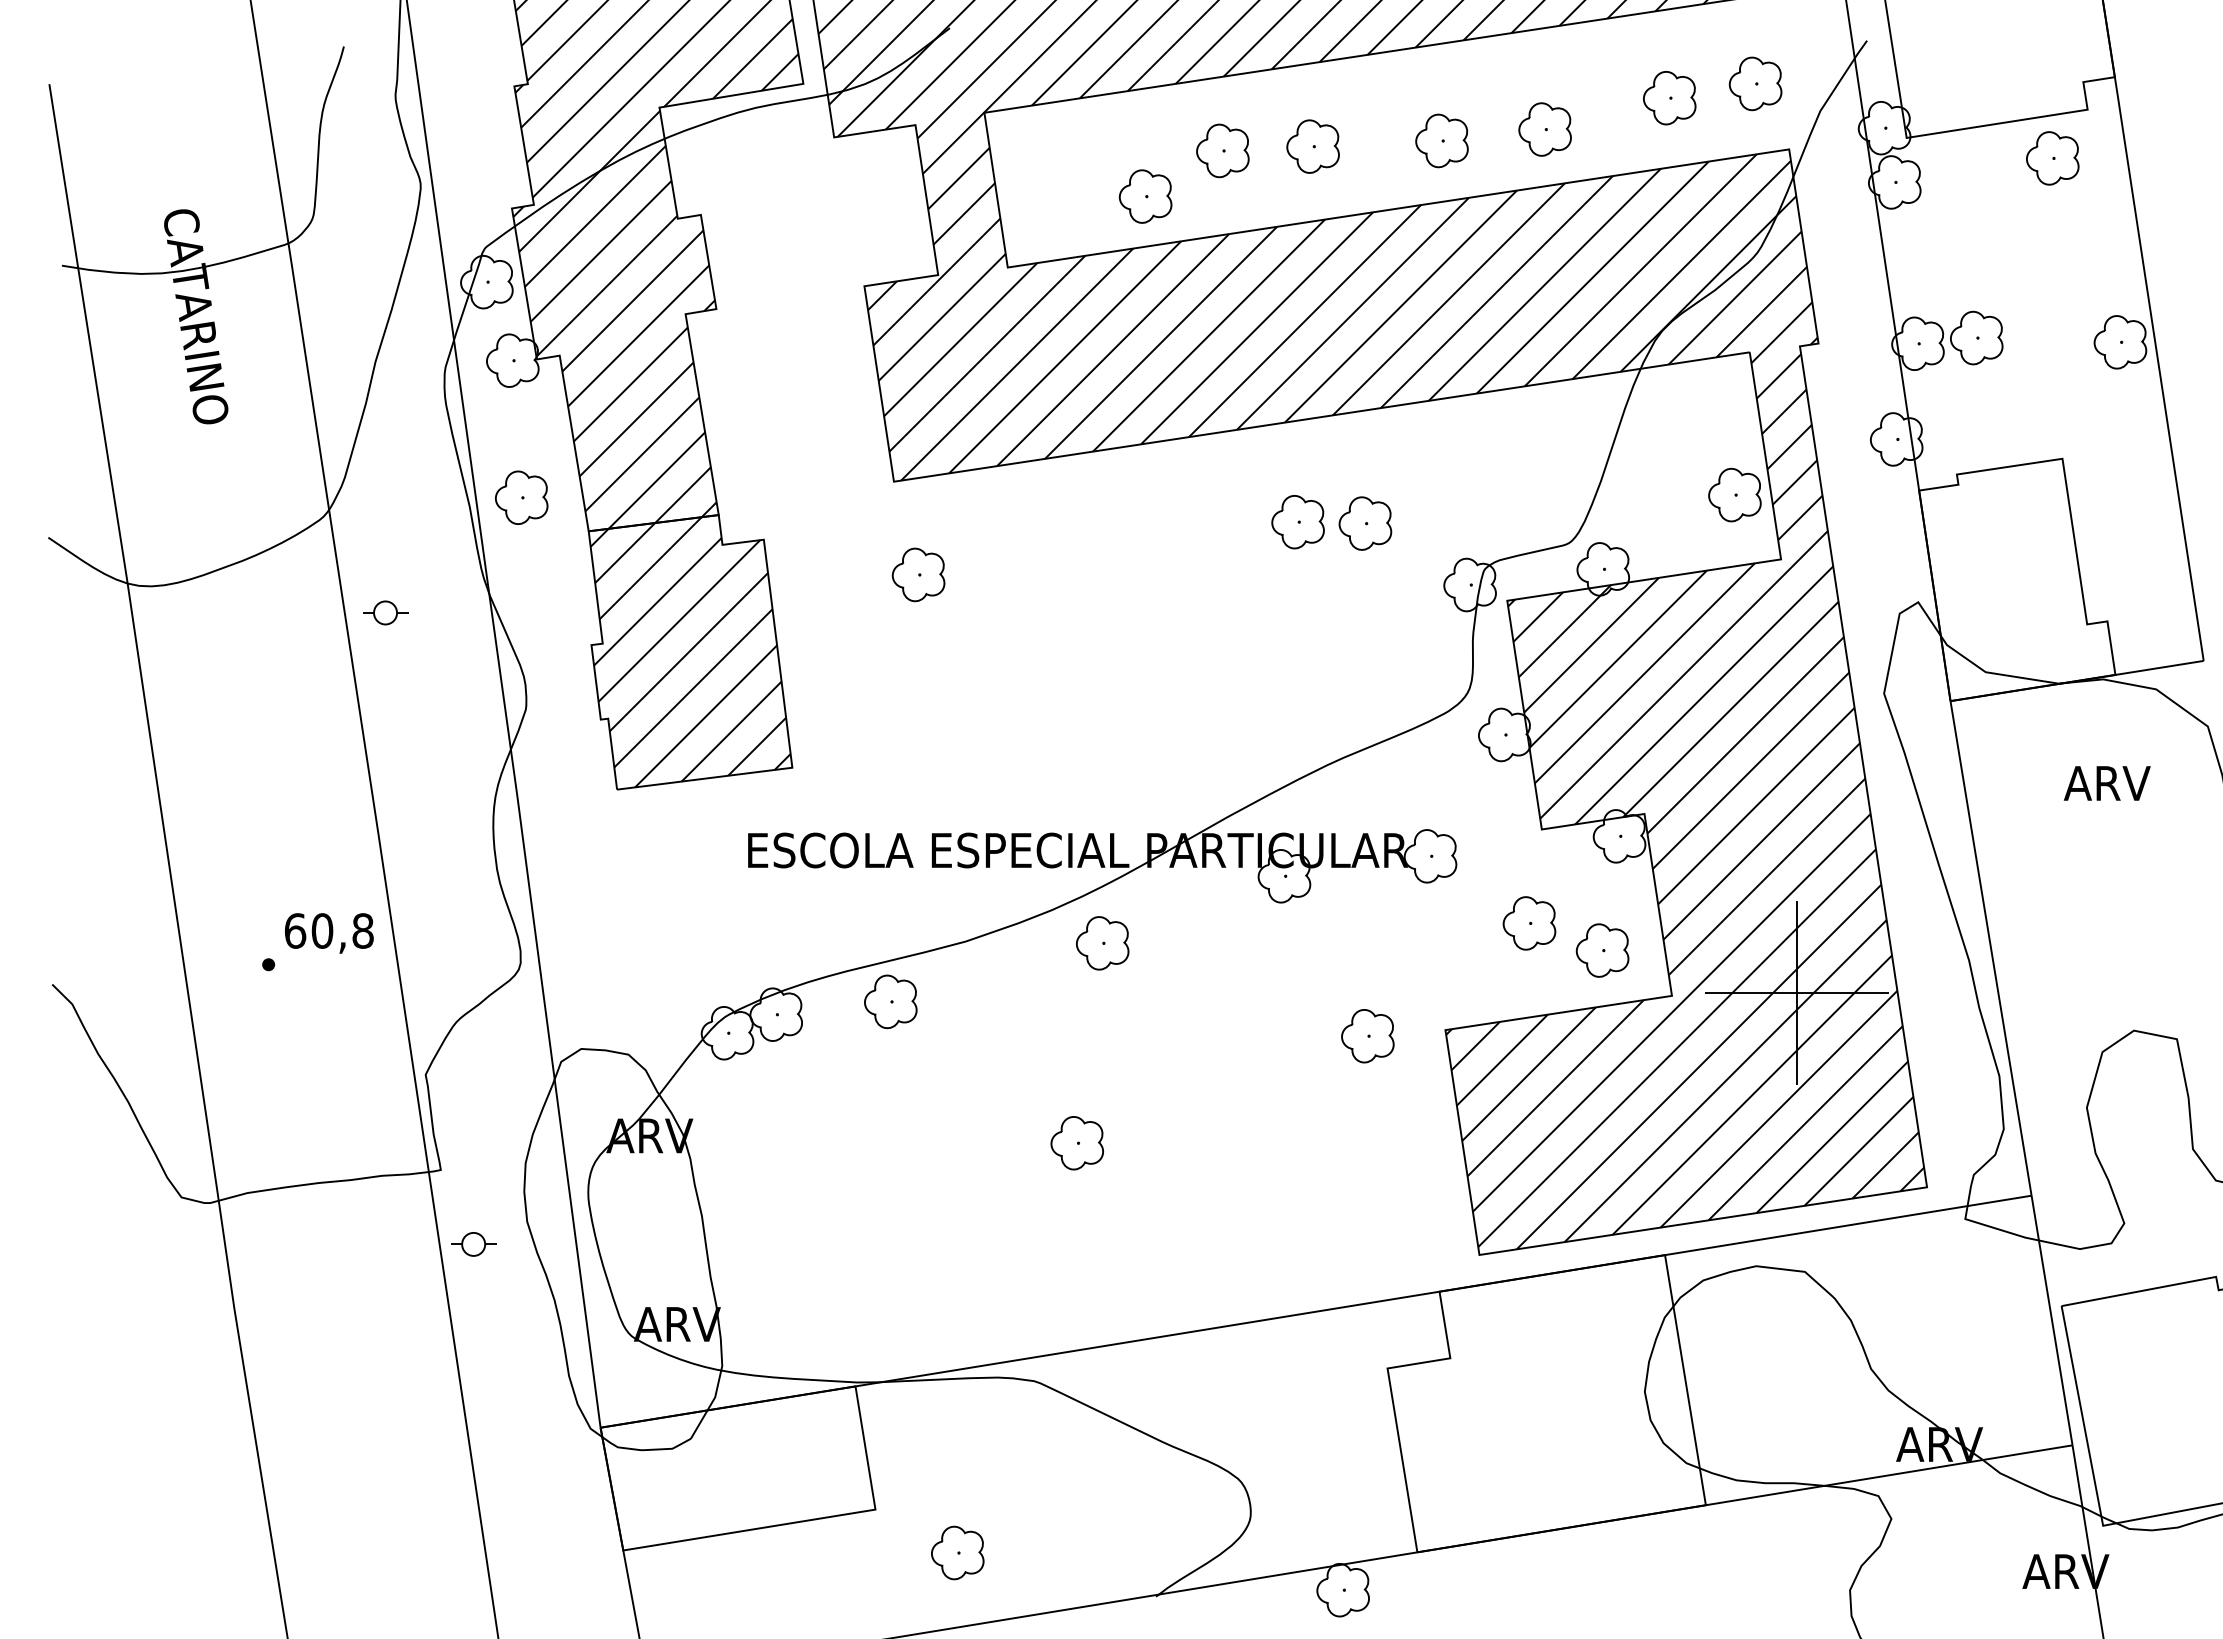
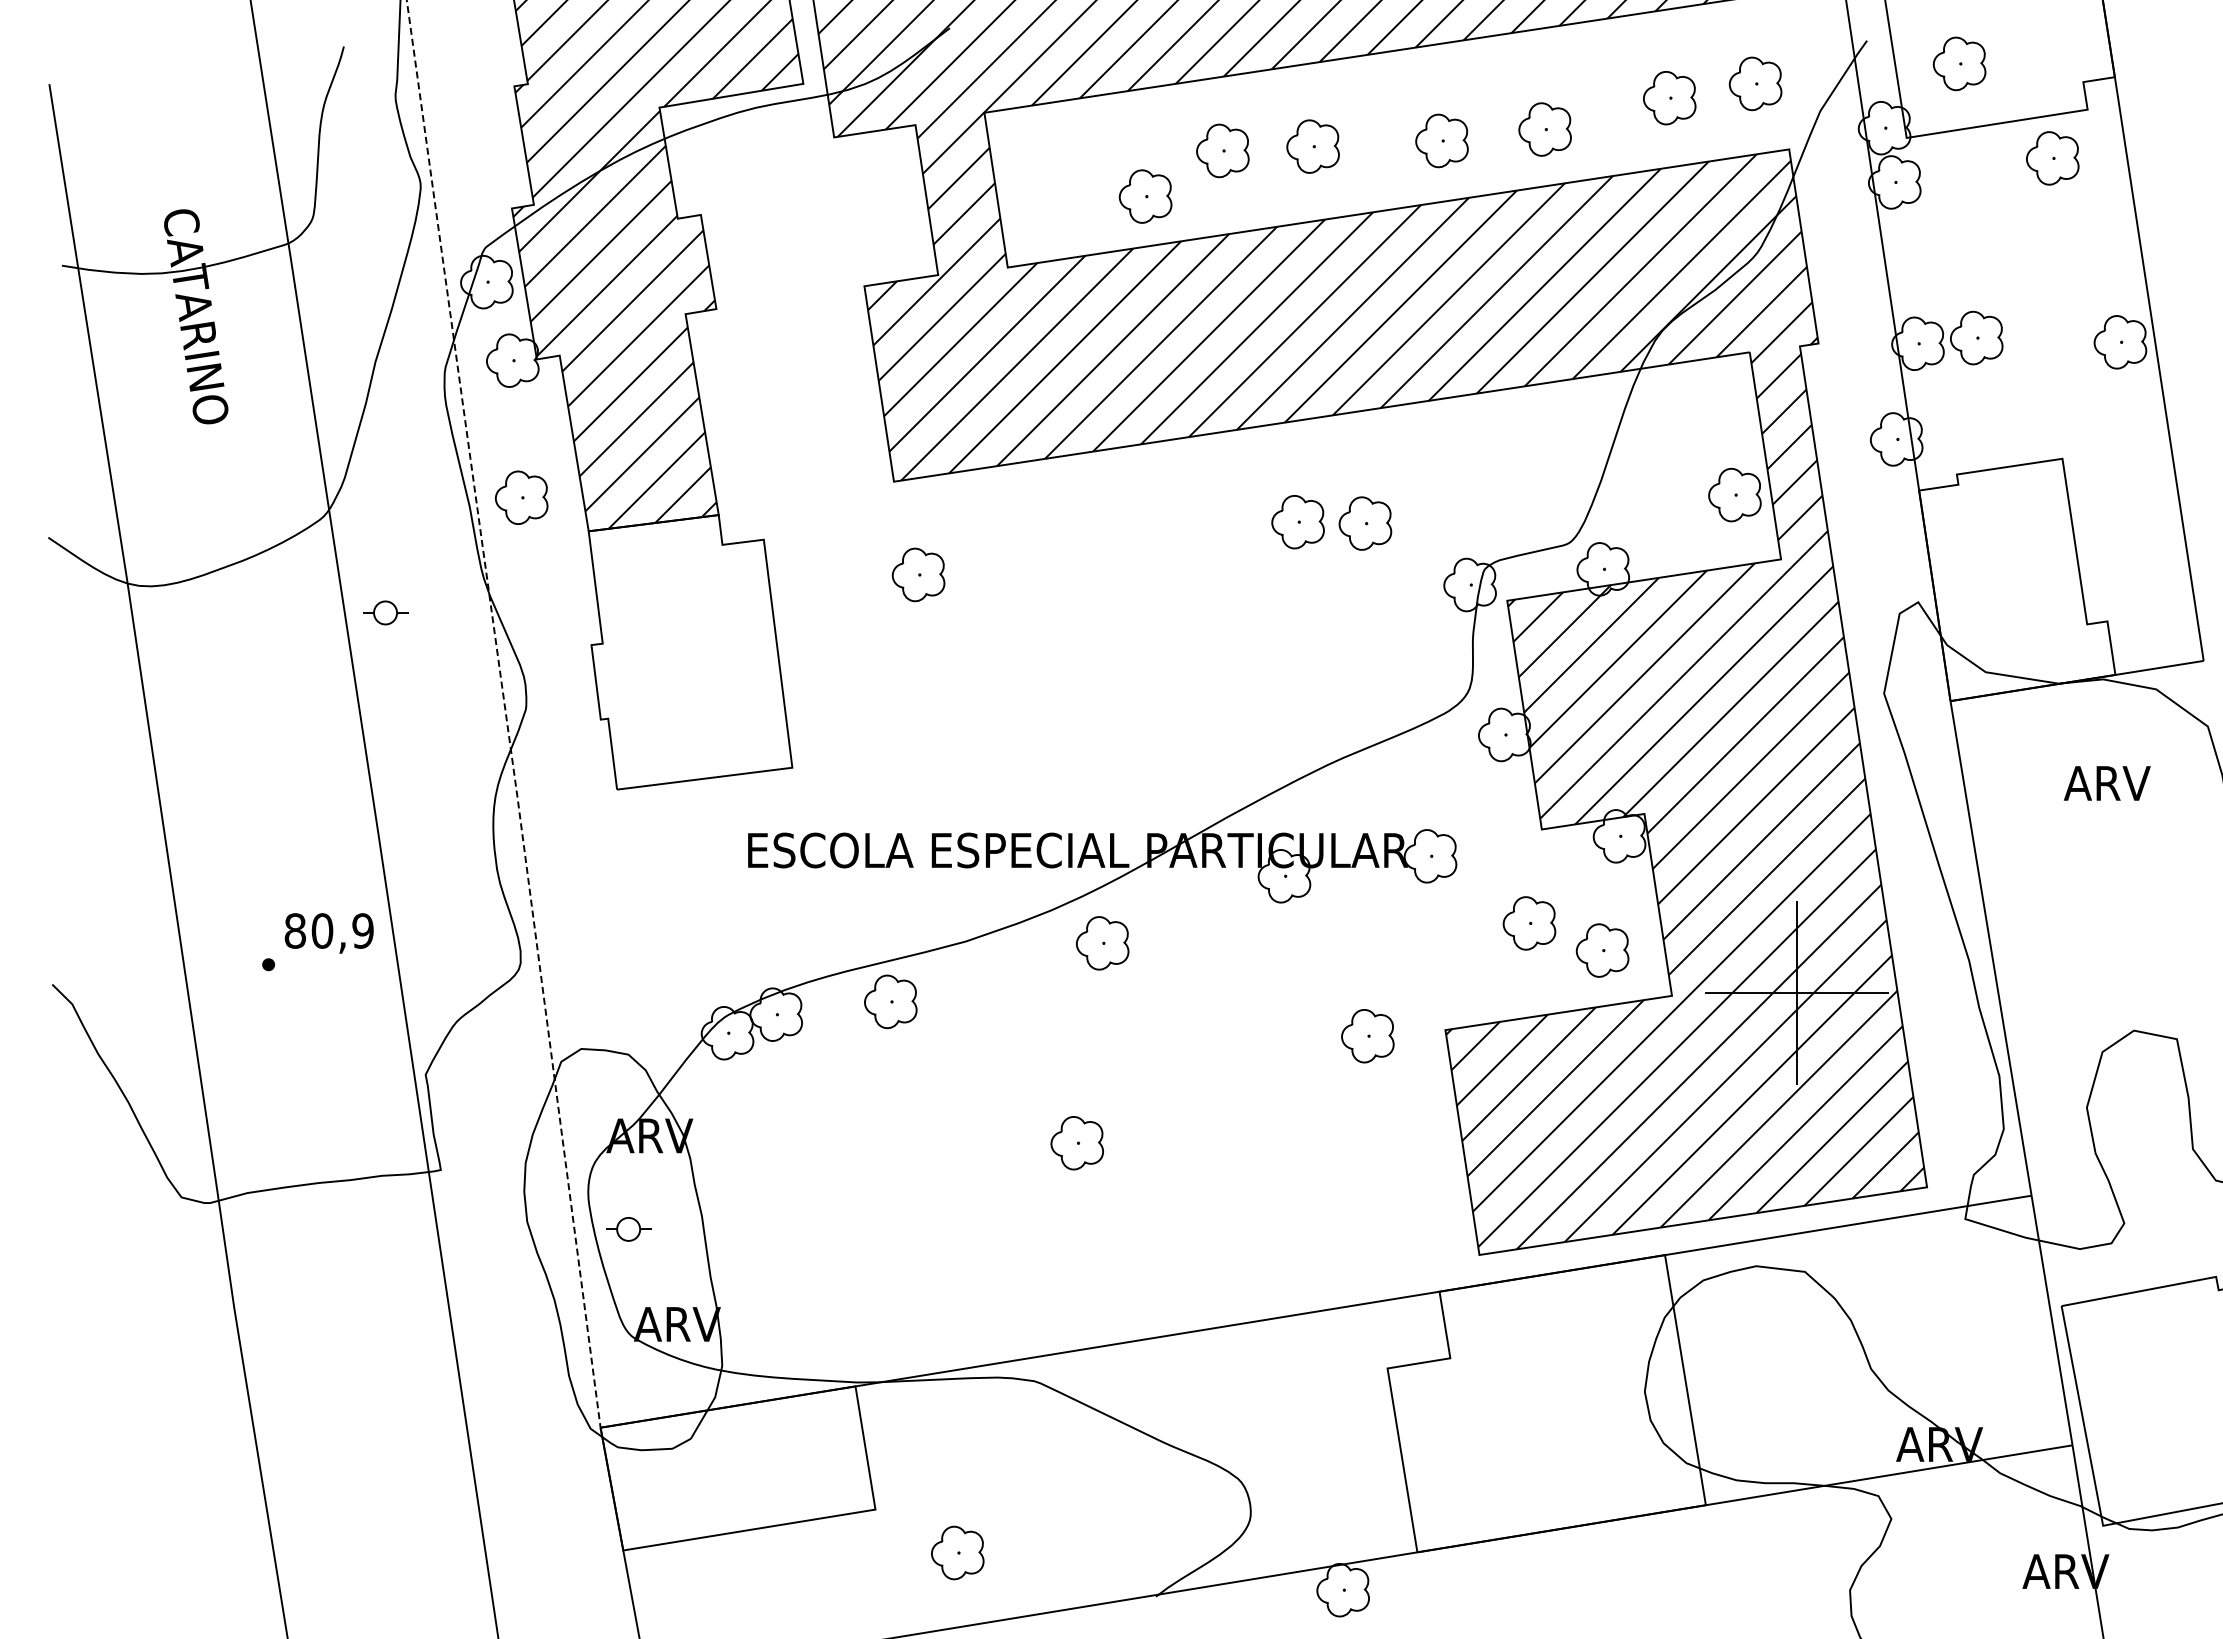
part at (1959, 63): none -> present
hatch at (690, 652): present -> none
line at (506, 714): solid -> dashed
text at (328, 930): 60,8 -> 80,9
part at (473, 1244) position: (473, 1244) -> (628, 1229)
